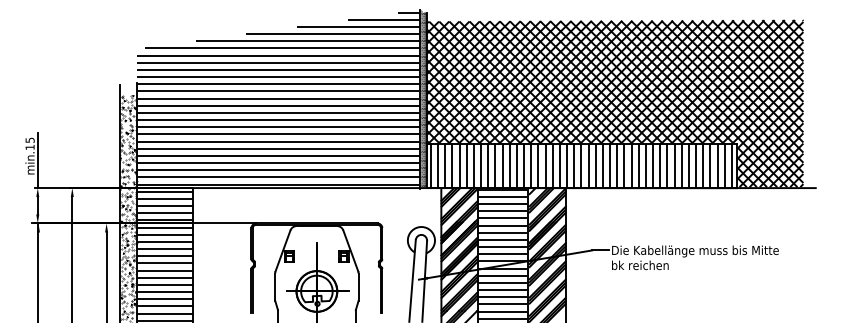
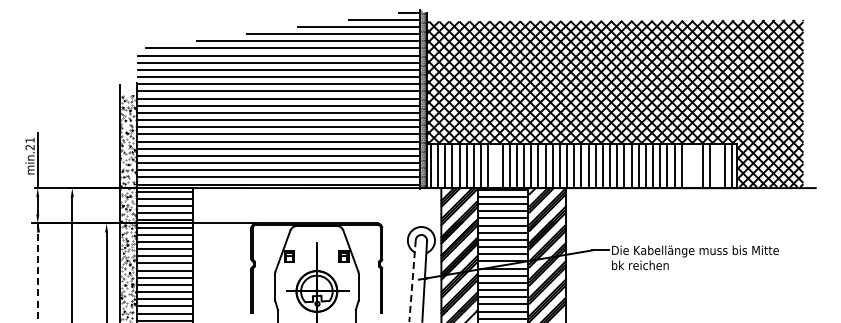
text at (29, 143): min.15 -> min.21
line at (495, 165): present -> none
line at (688, 165): present -> none
line at (696, 165): present -> none
line at (717, 165): present -> none
line at (38, 273): solid -> dashed
line at (412, 280): solid -> dashed
